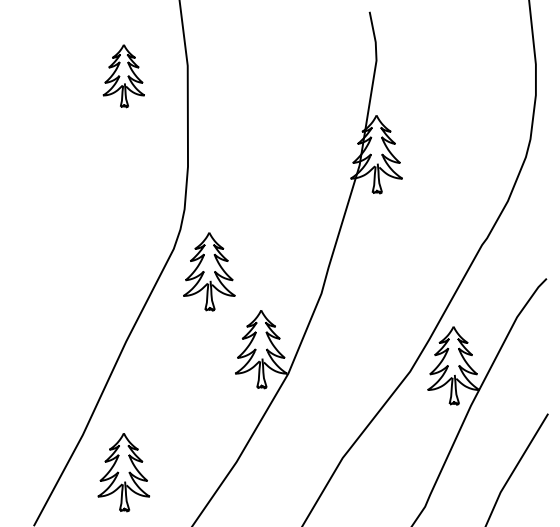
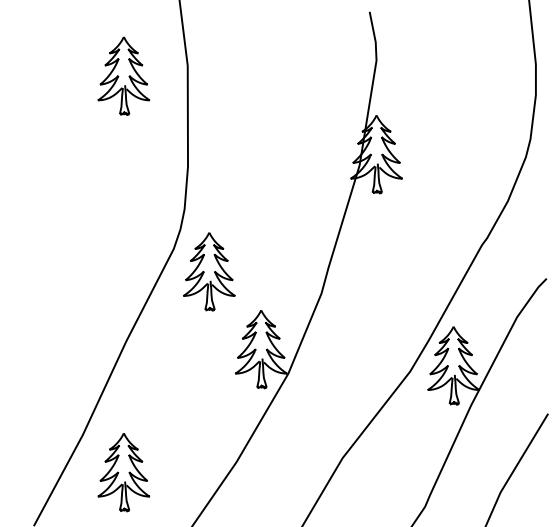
part at (123, 76) size: 43x65 px -> 54x80 px
